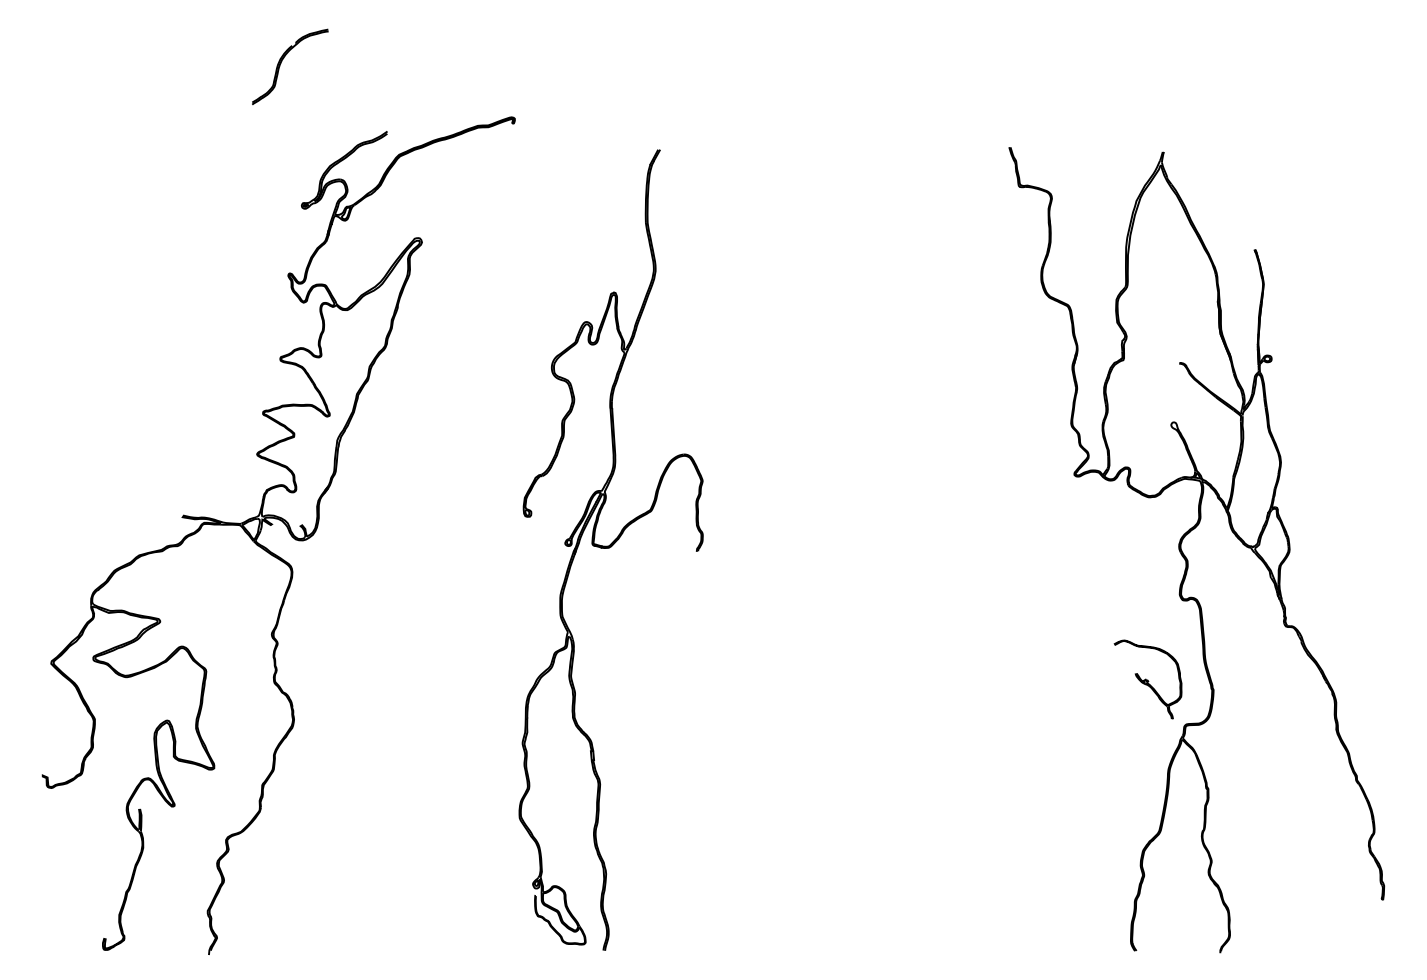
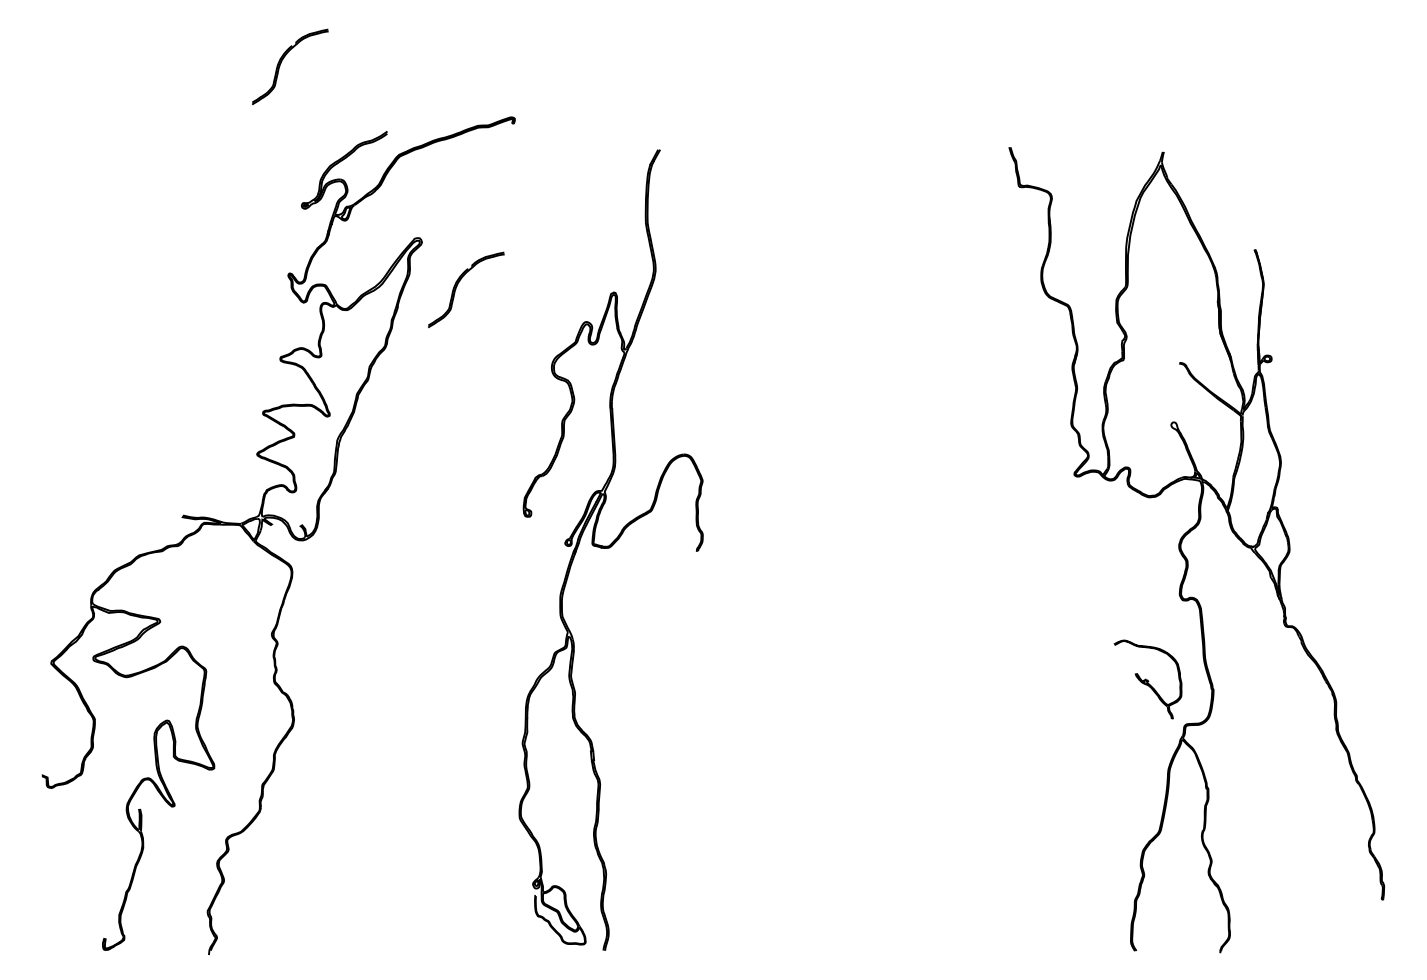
part at (458, 284): none -> present
